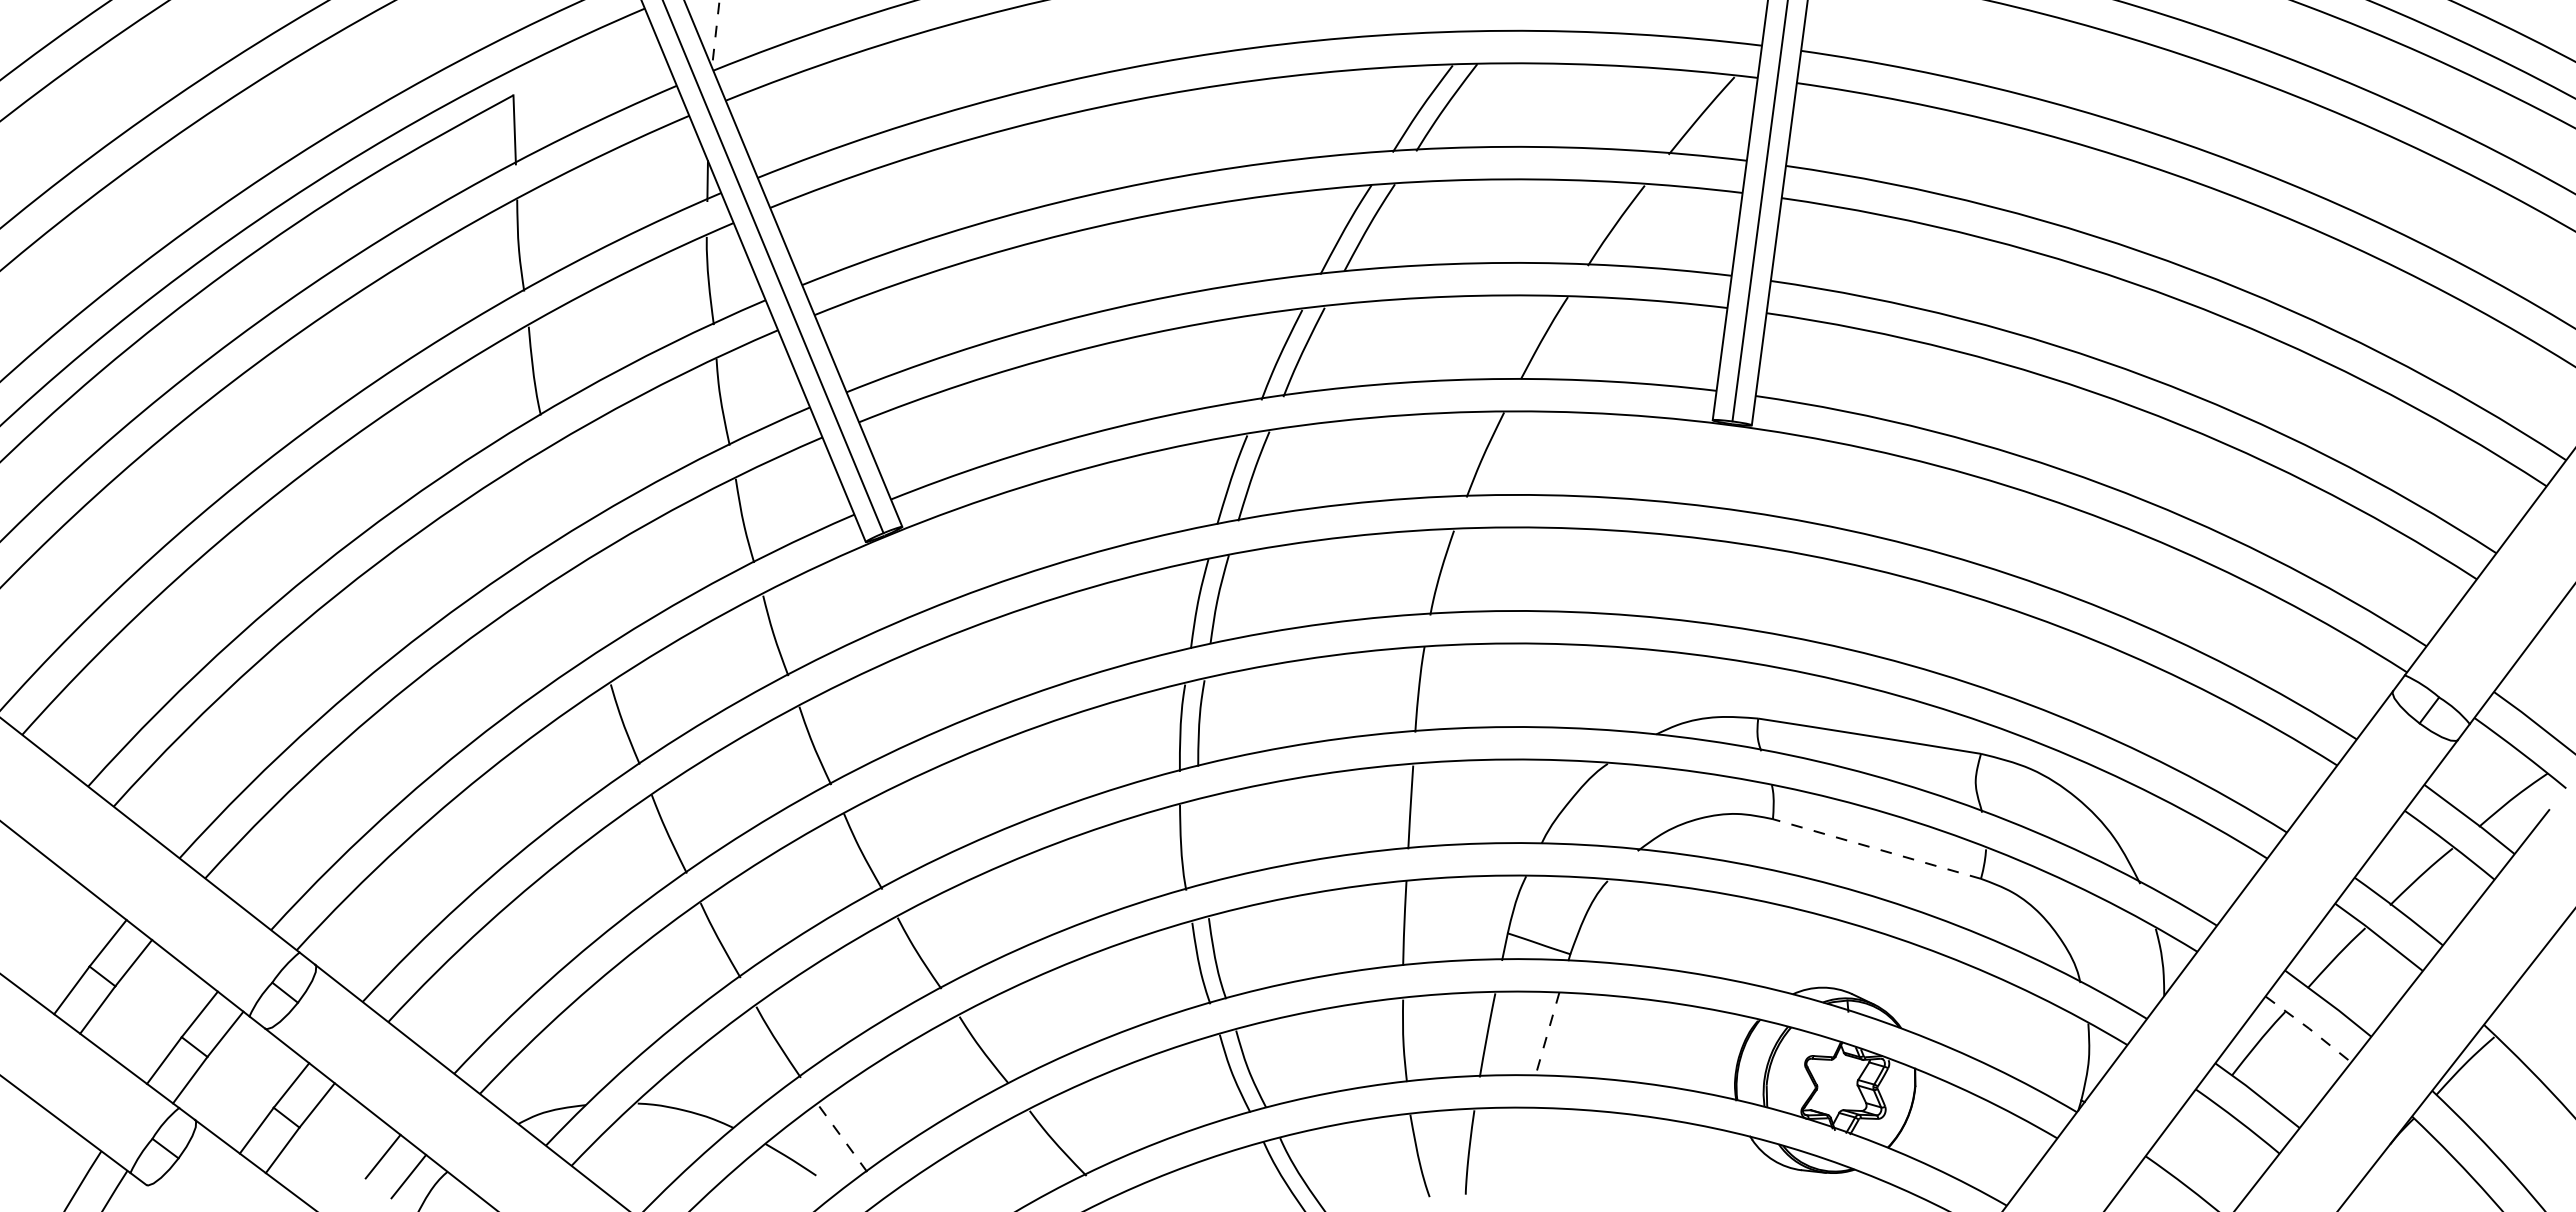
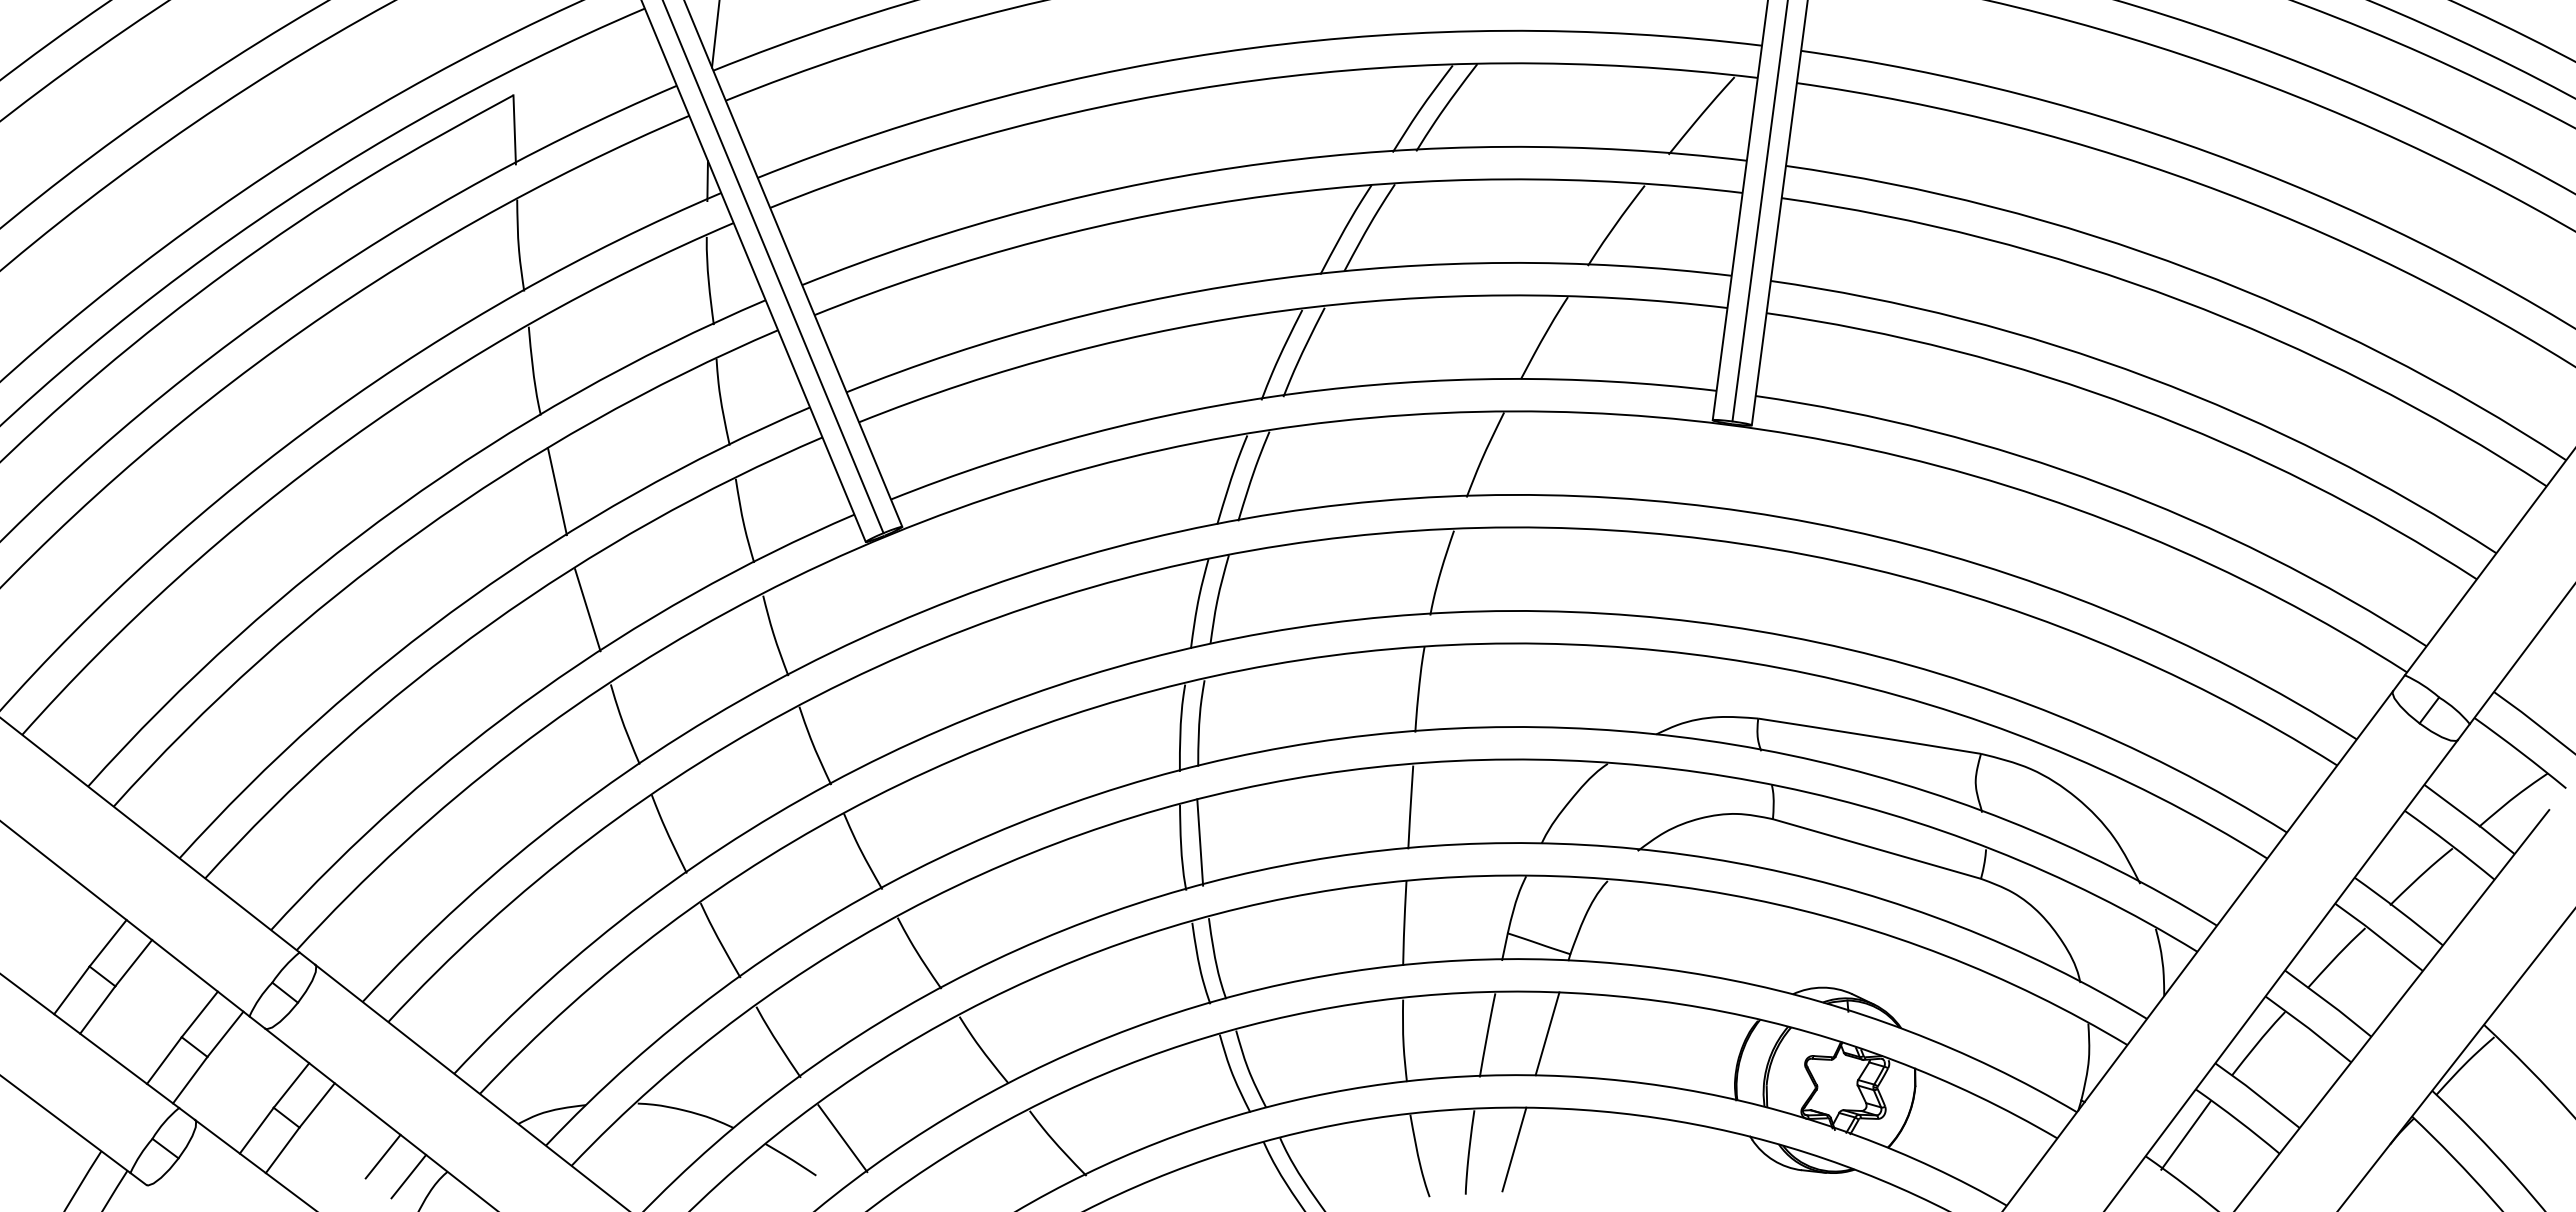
line at (715, 34): dashed -> solid
line at (556, 491): none -> present
line at (587, 610): none -> present
line at (1200, 842): none -> present
line at (1876, 848): dashed -> solid
line at (2309, 1028): dashed -> solid
line at (1547, 1034): dashed -> solid
line at (2185, 1135): none -> present
line at (842, 1138): dashed -> solid
line at (1514, 1149): none -> present
